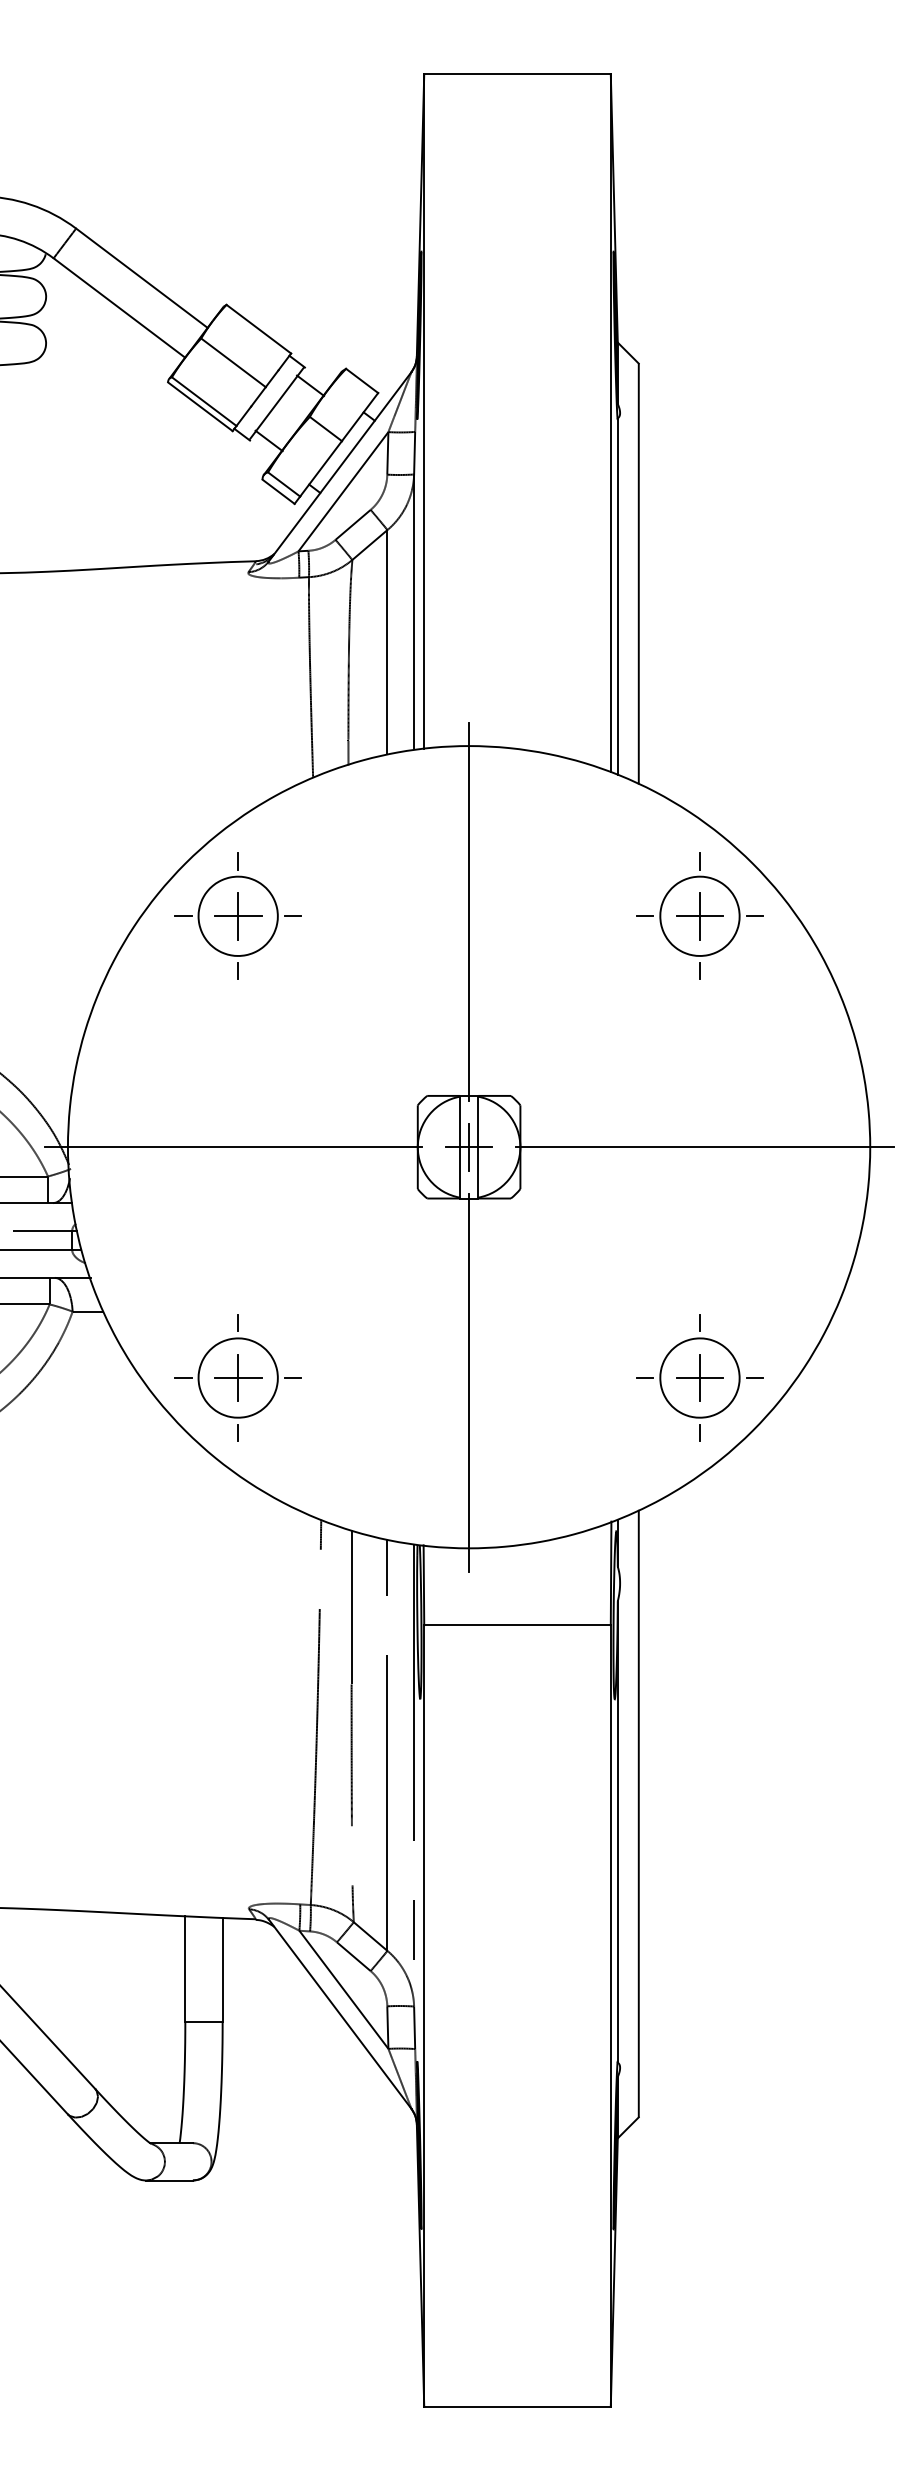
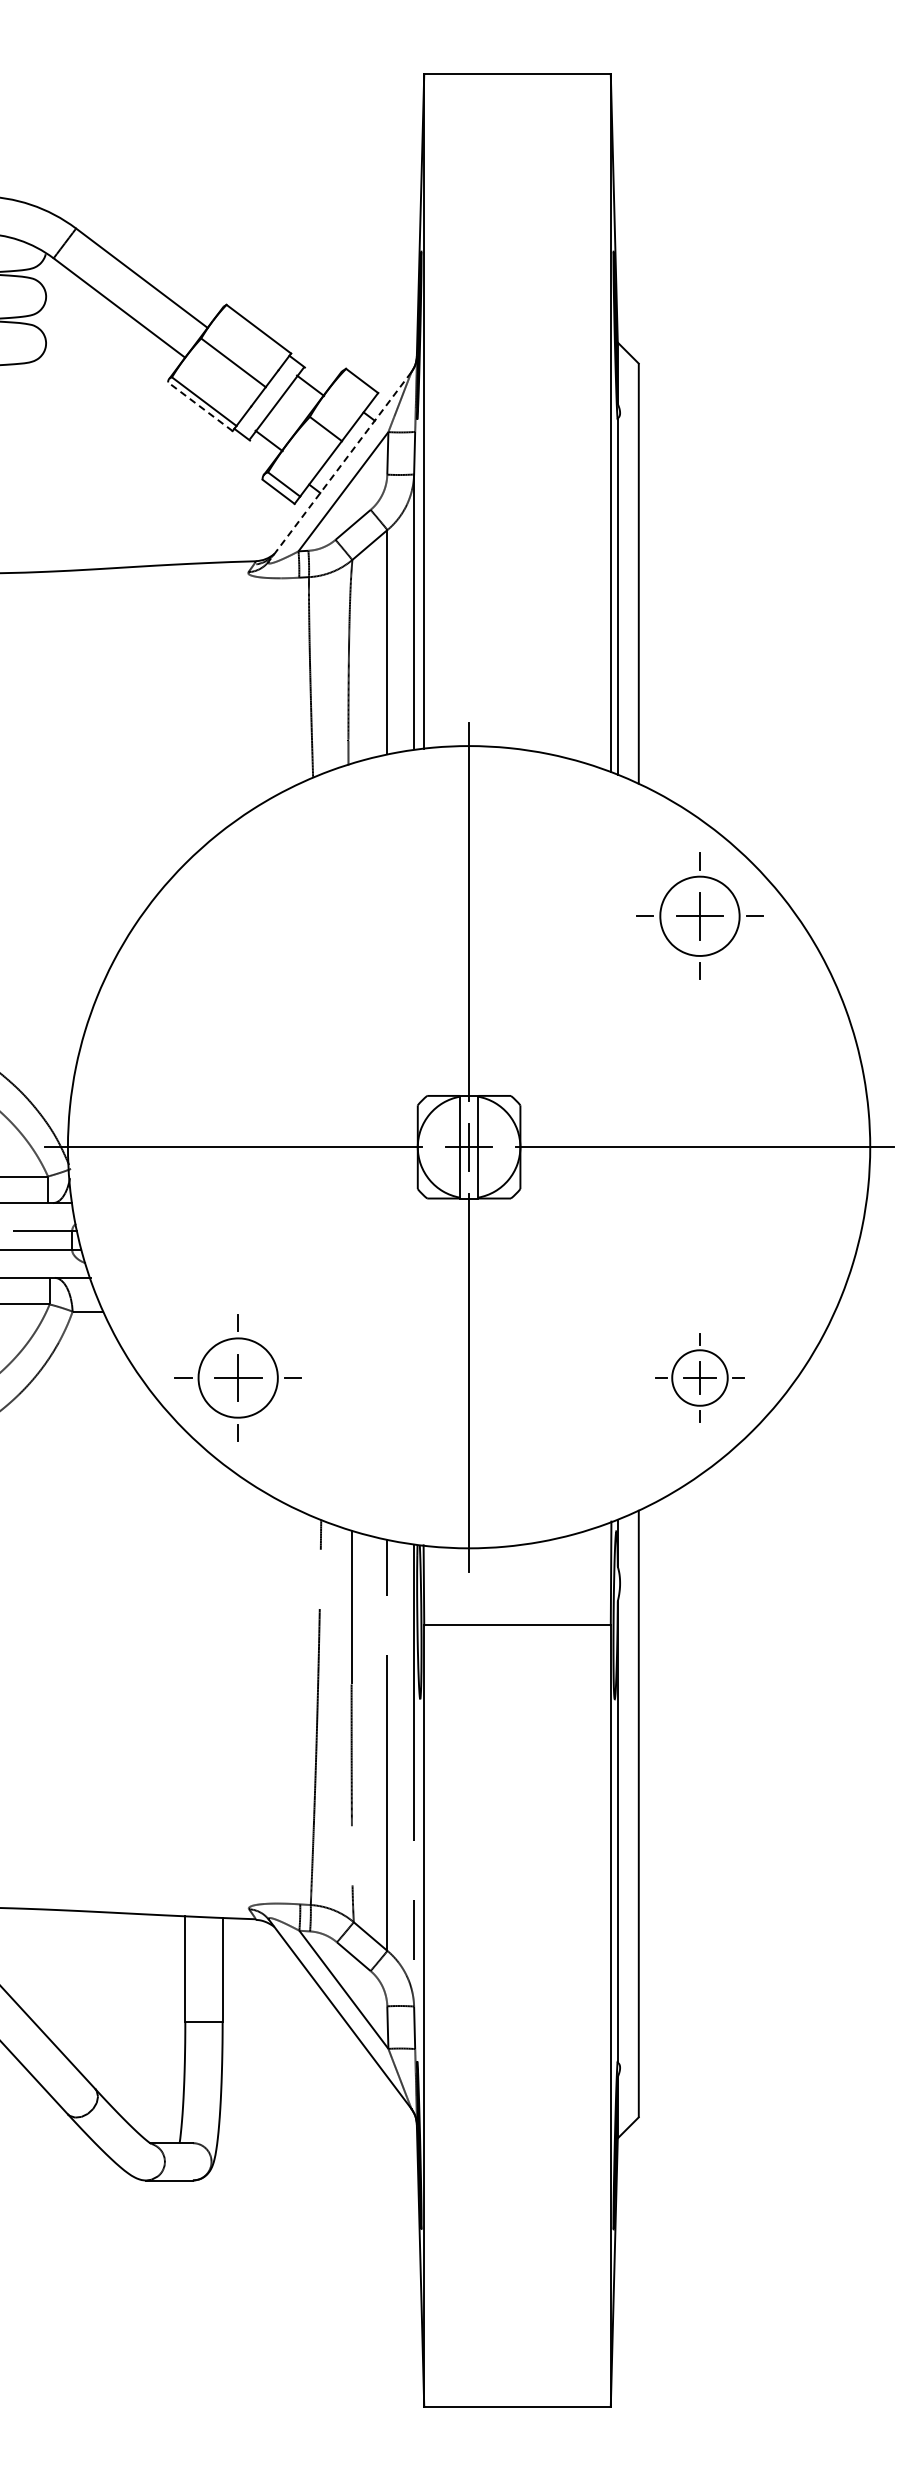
line at (199, 406): solid -> dashed
line at (340, 466): solid -> dashed
part at (237, 915): present -> none
part at (699, 1377) size: 128x128 px -> 90x90 px
